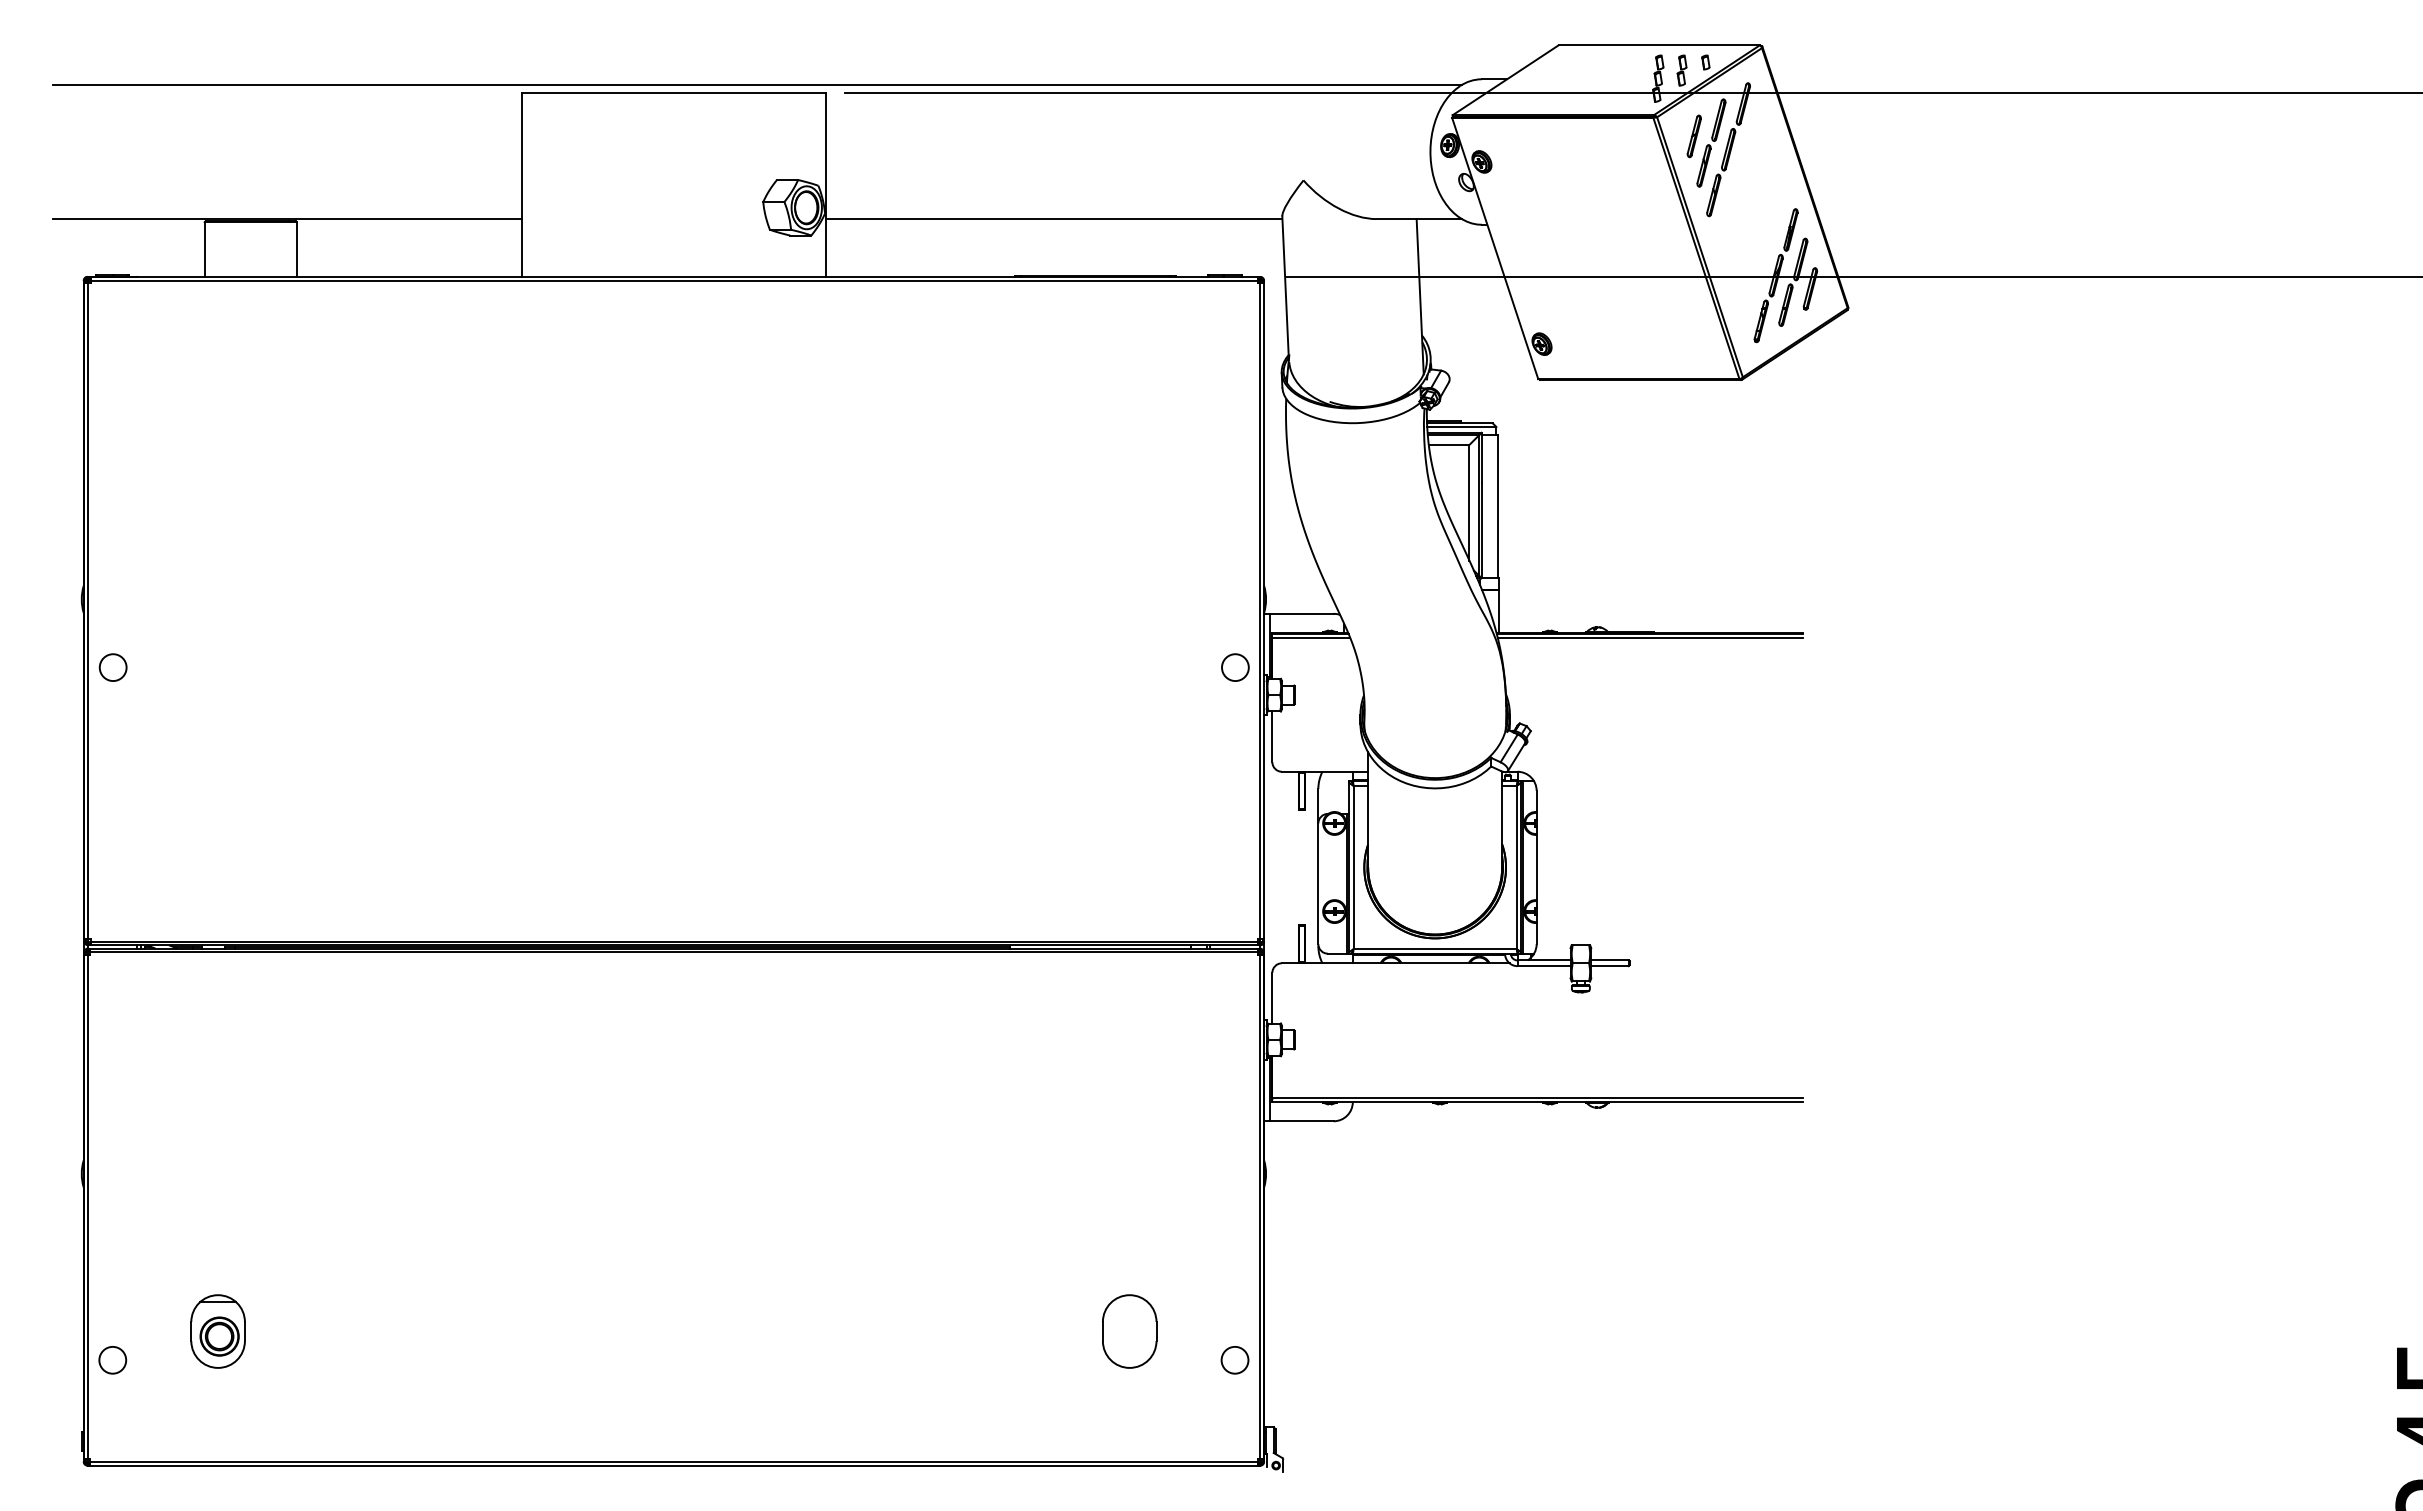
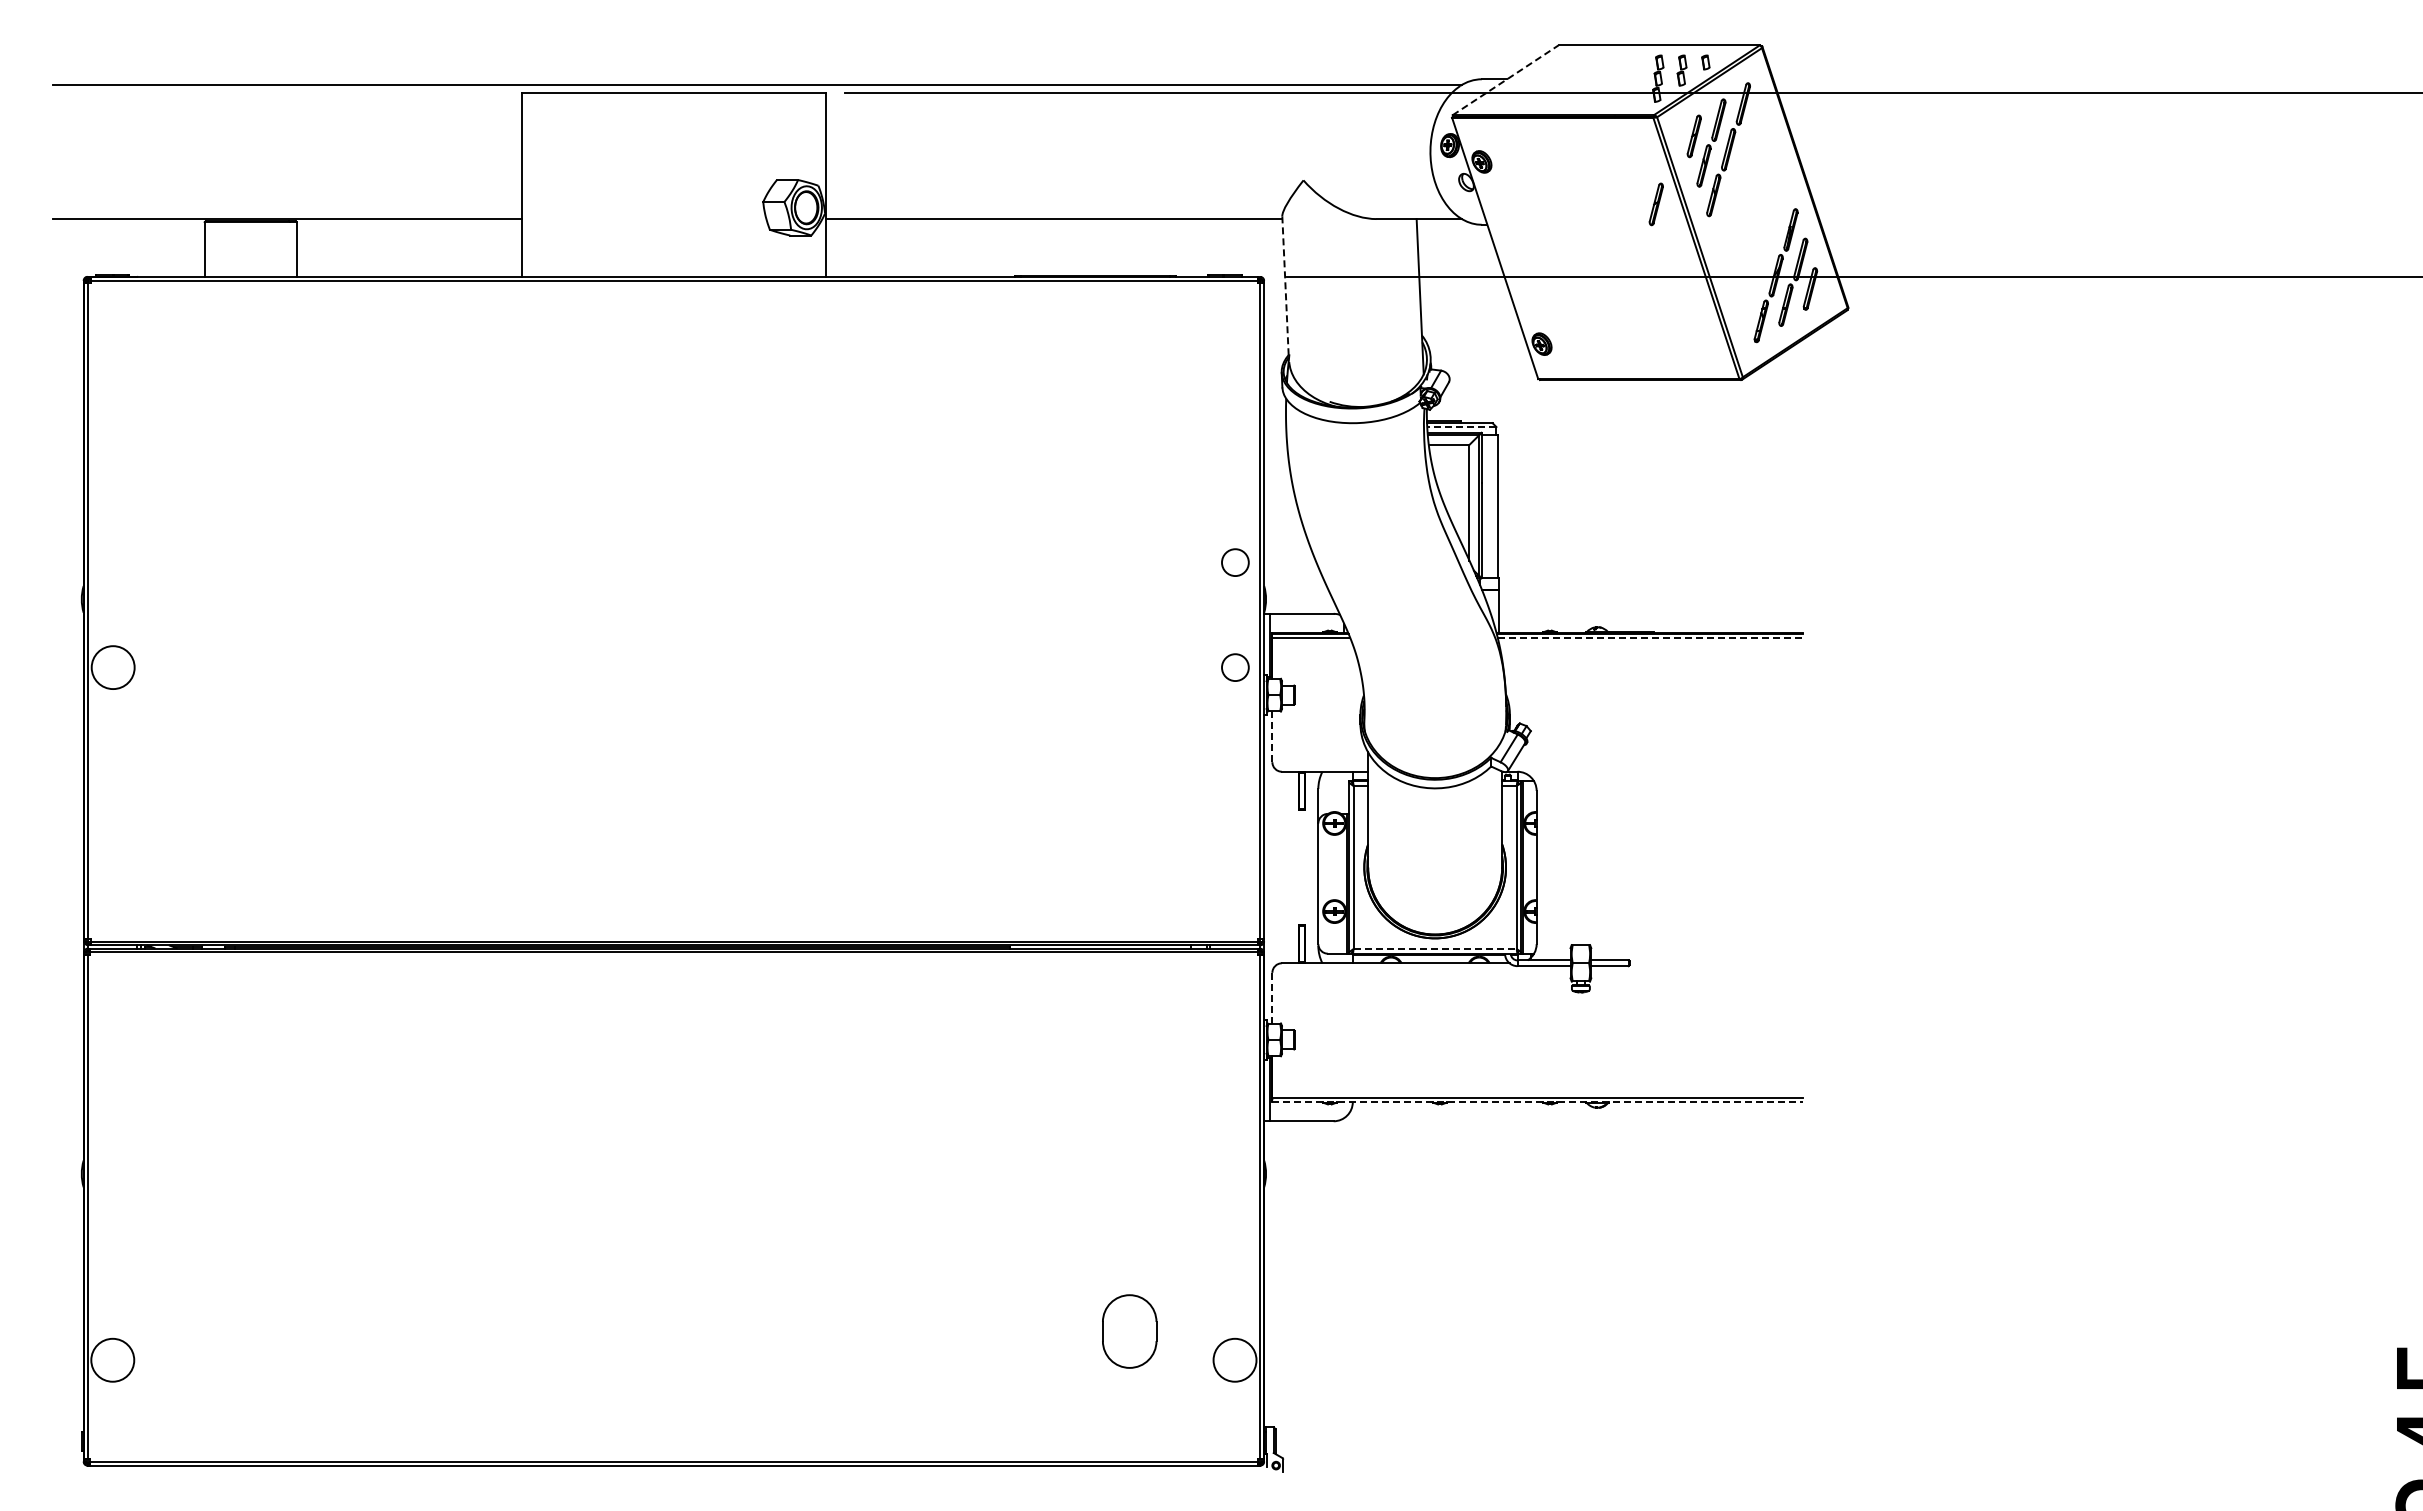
line at (1506, 80): solid -> dashed
part at (1655, 204): none -> present
line at (1285, 288): solid -> dashed
line at (1461, 427): solid -> dashed
circle at (1235, 562): none -> present
line at (1650, 638): solid -> dashed
circle at (112, 667) diameter: 27 px -> 43 px
line at (1272, 736): solid -> dashed
line at (1435, 949): solid -> dashed
line at (1272, 997): solid -> dashed
line at (1538, 1102): solid -> dashed
part at (217, 1331): present -> none
circle at (112, 1359) diameter: 27 px -> 43 px
circle at (1234, 1359) diameter: 27 px -> 43 px
